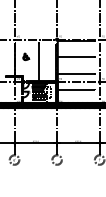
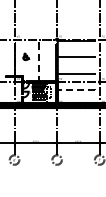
line at (38, 62): solid -> dashed
line at (75, 90): solid -> dashed
